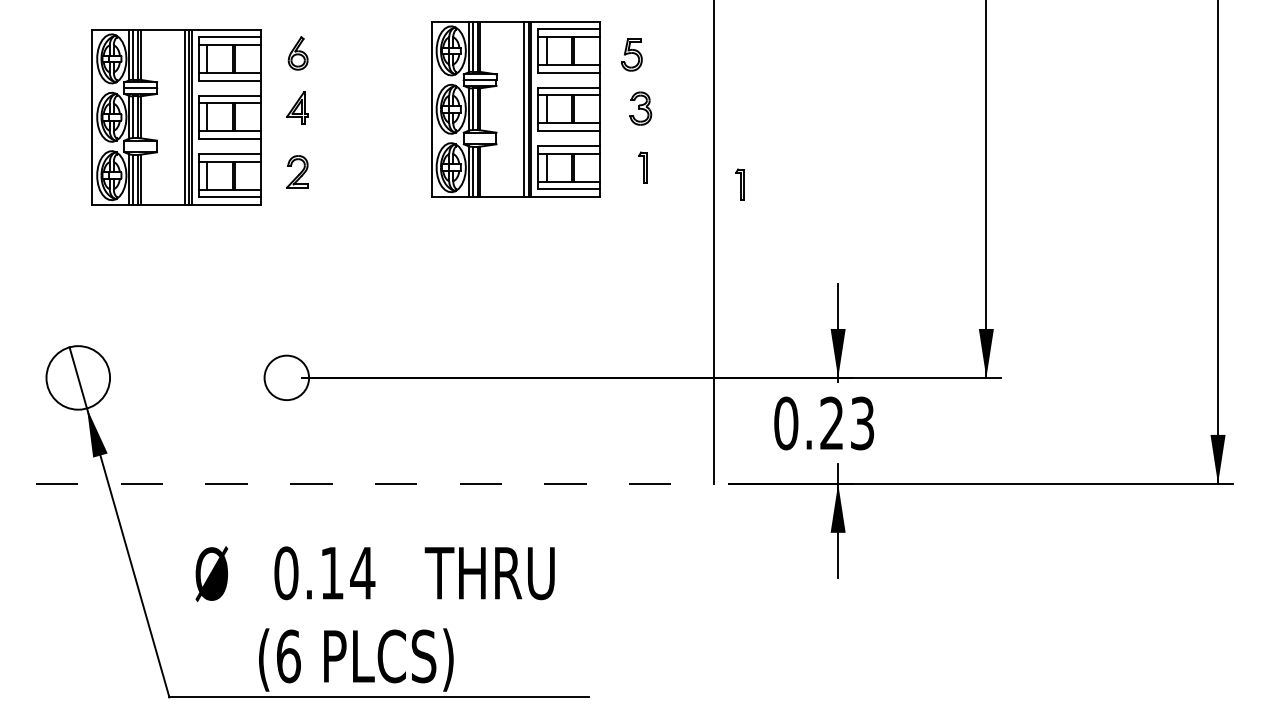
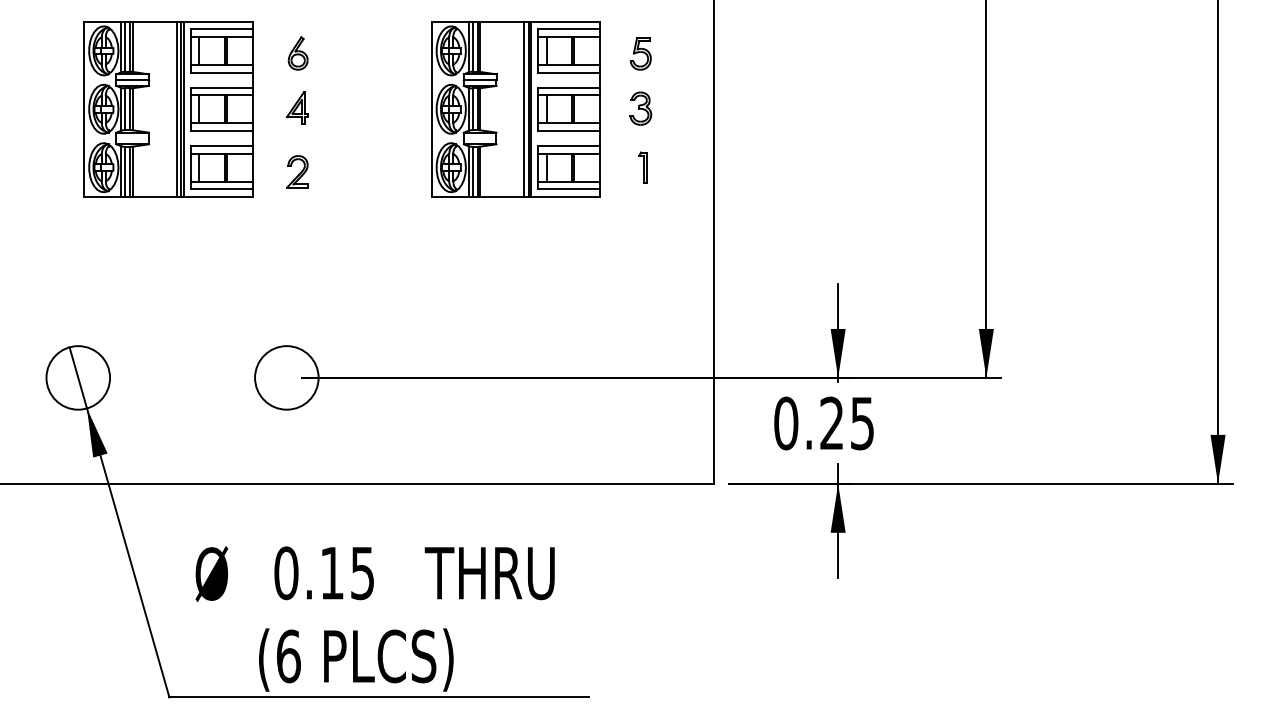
part at (631, 54) position: (631, 54) -> (640, 53)
part at (176, 117) position: (176, 117) -> (168, 109)
part at (739, 184): present -> none
circle at (286, 377) diameter: 44 px -> 64 px
text at (862, 422): 0.23 -> 0.25
line at (357, 483): dashed -> solid
text at (362, 573): 0.14 -> 0.15
